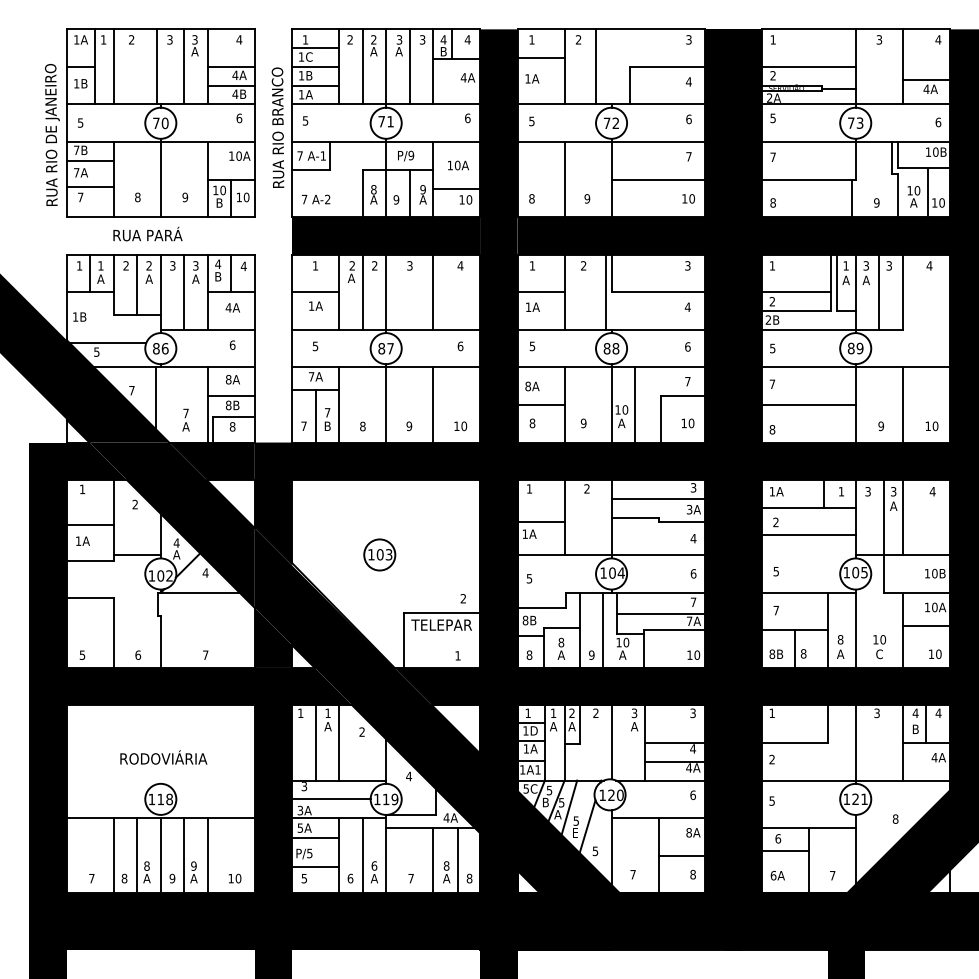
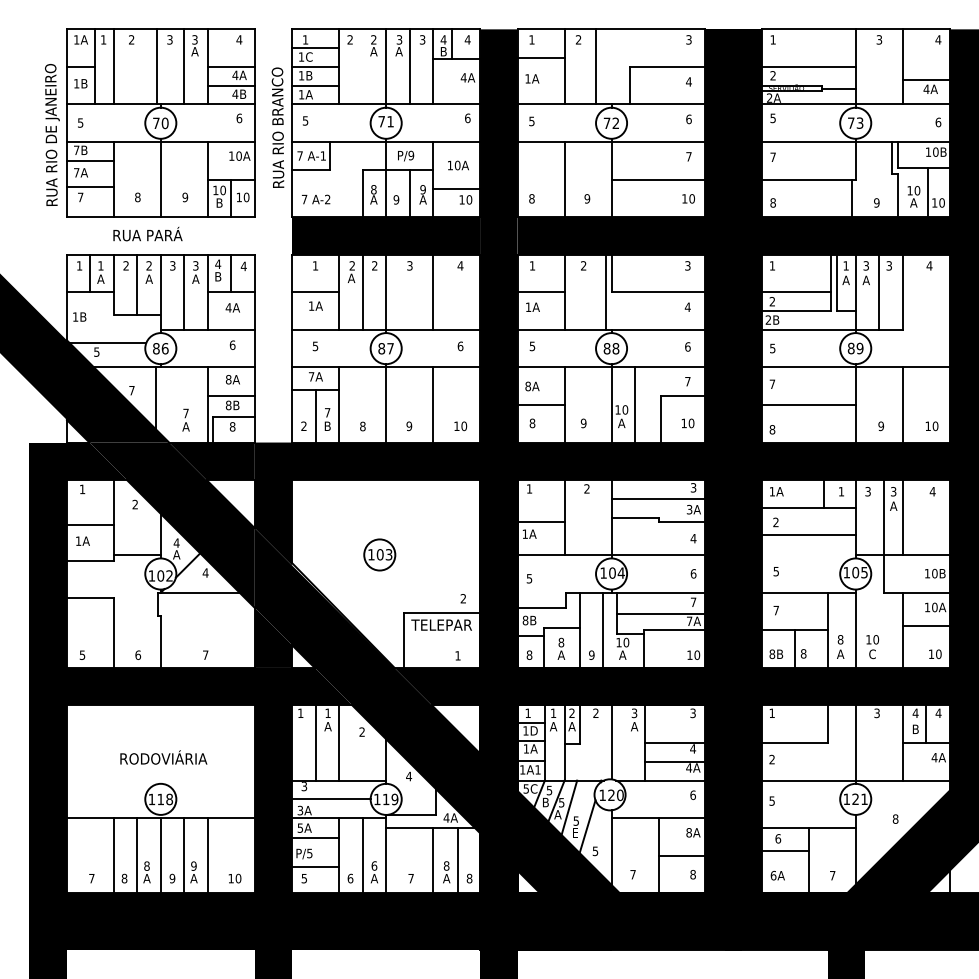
line at (362, 66): present -> none
text at (303, 425): 7 -> 2
text at (879, 647) position: (879, 647) -> (872, 647)
